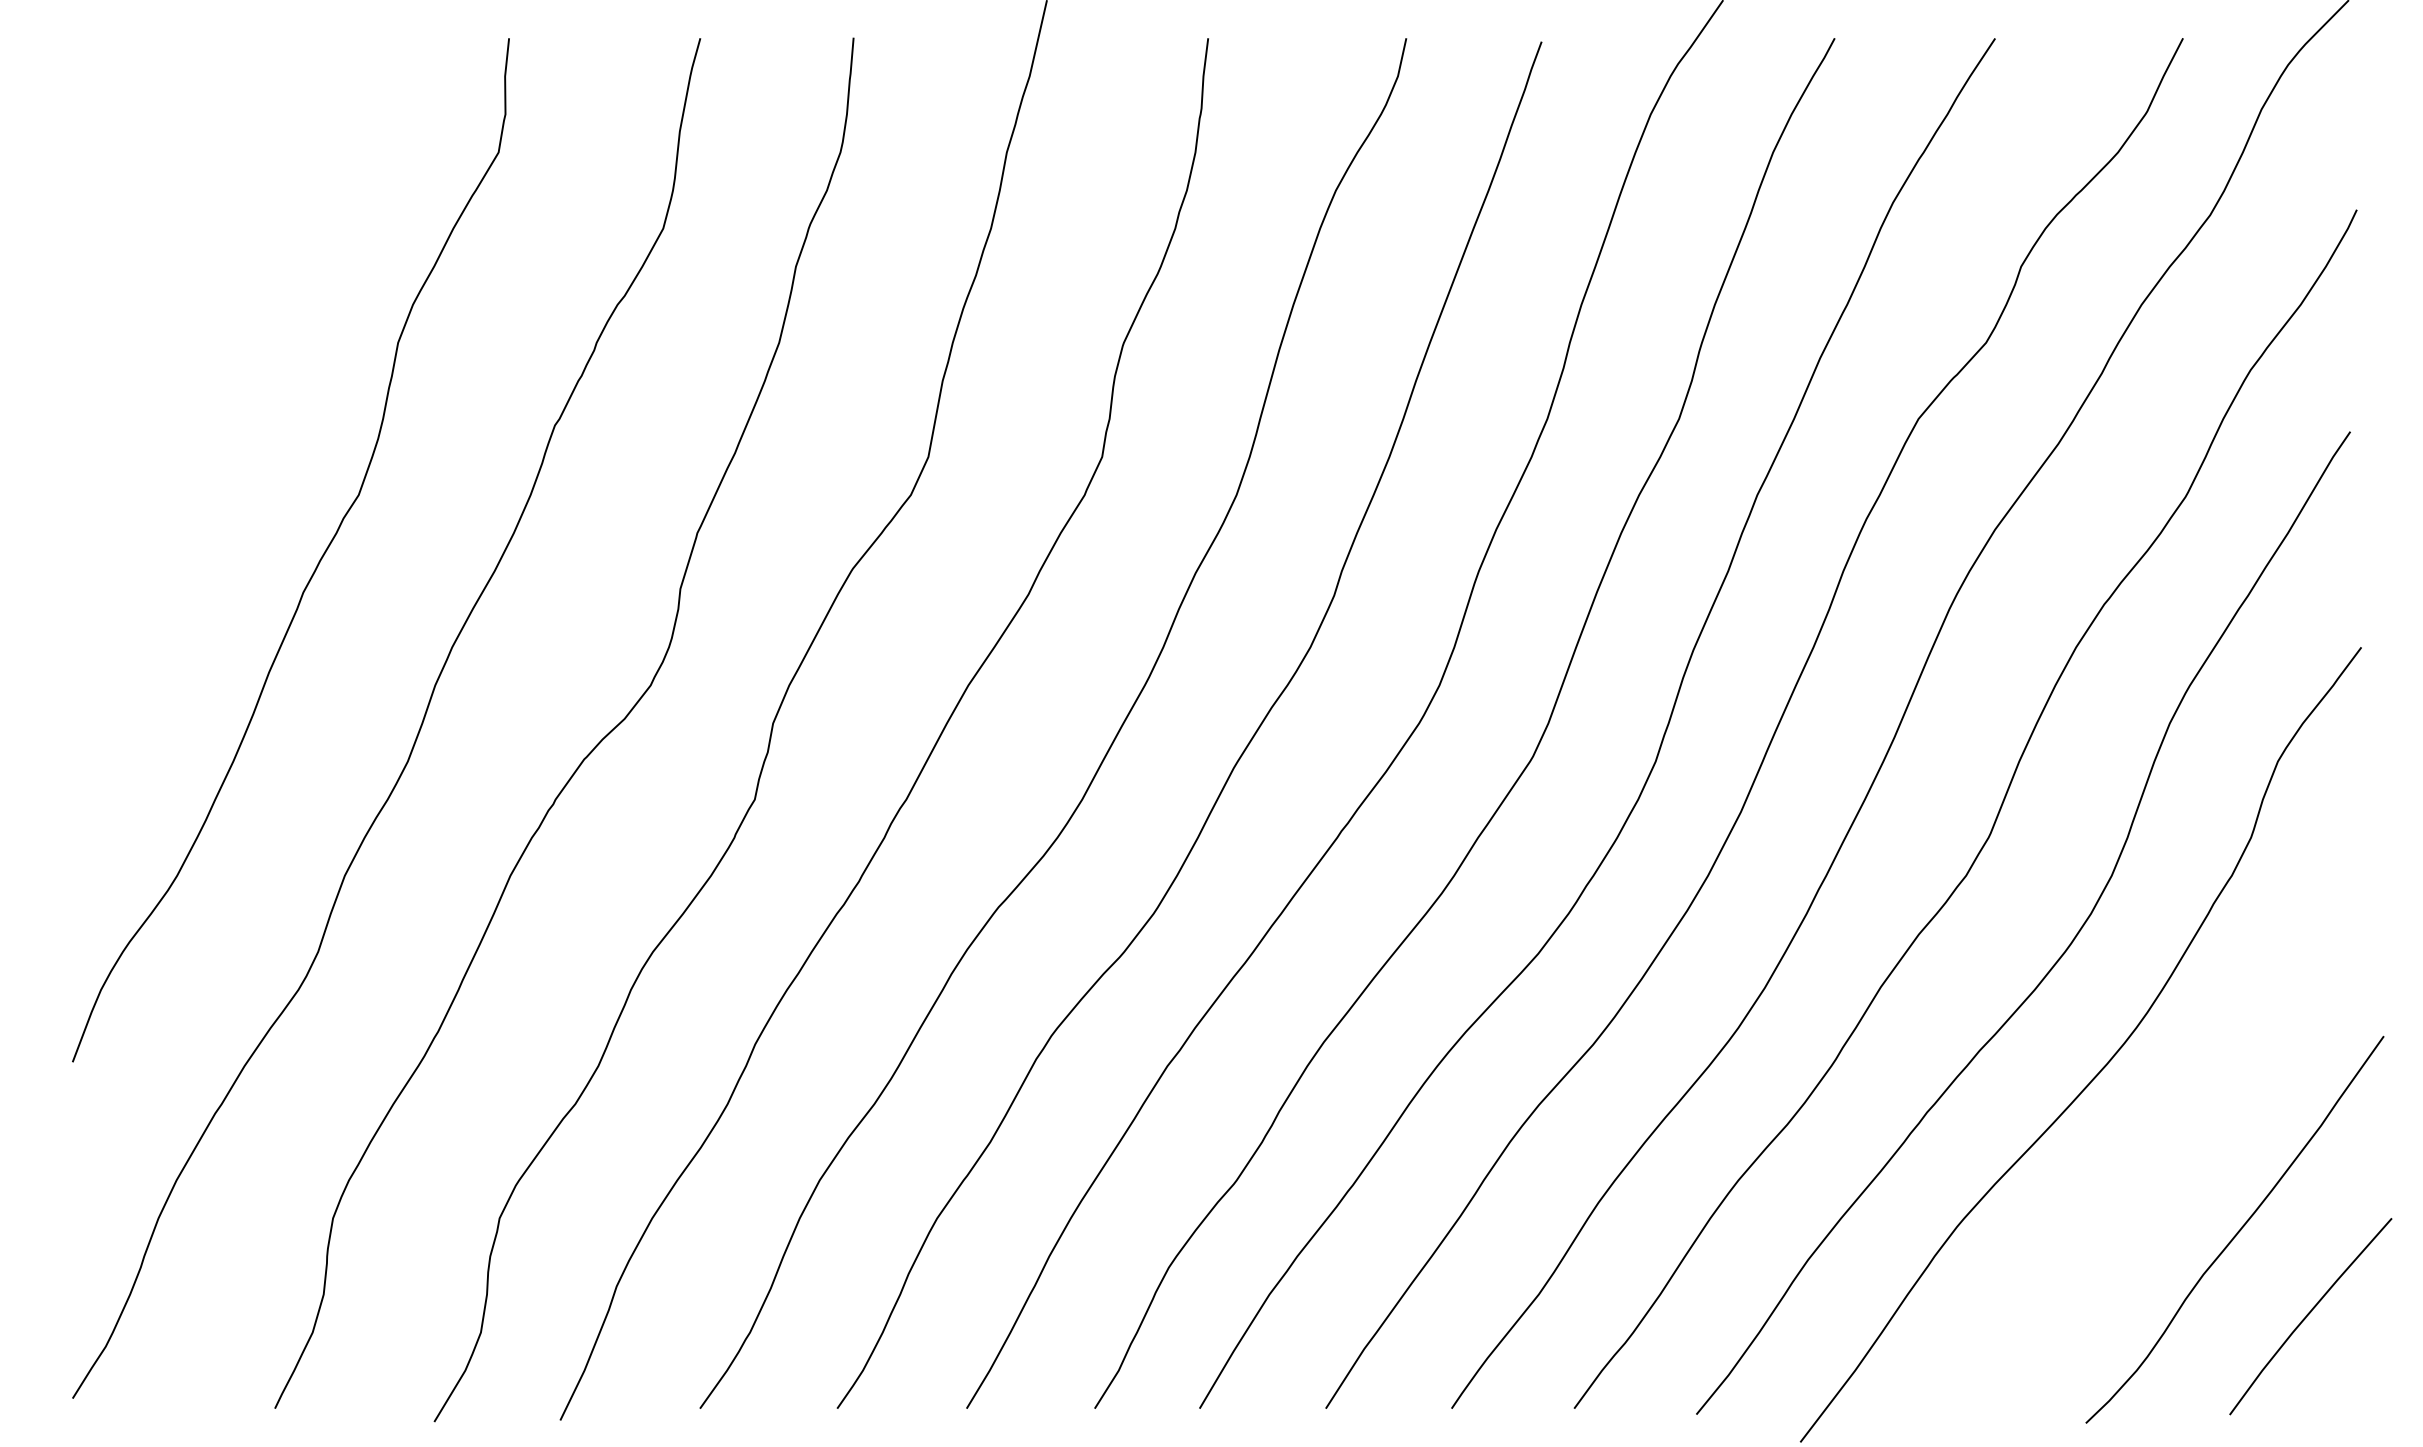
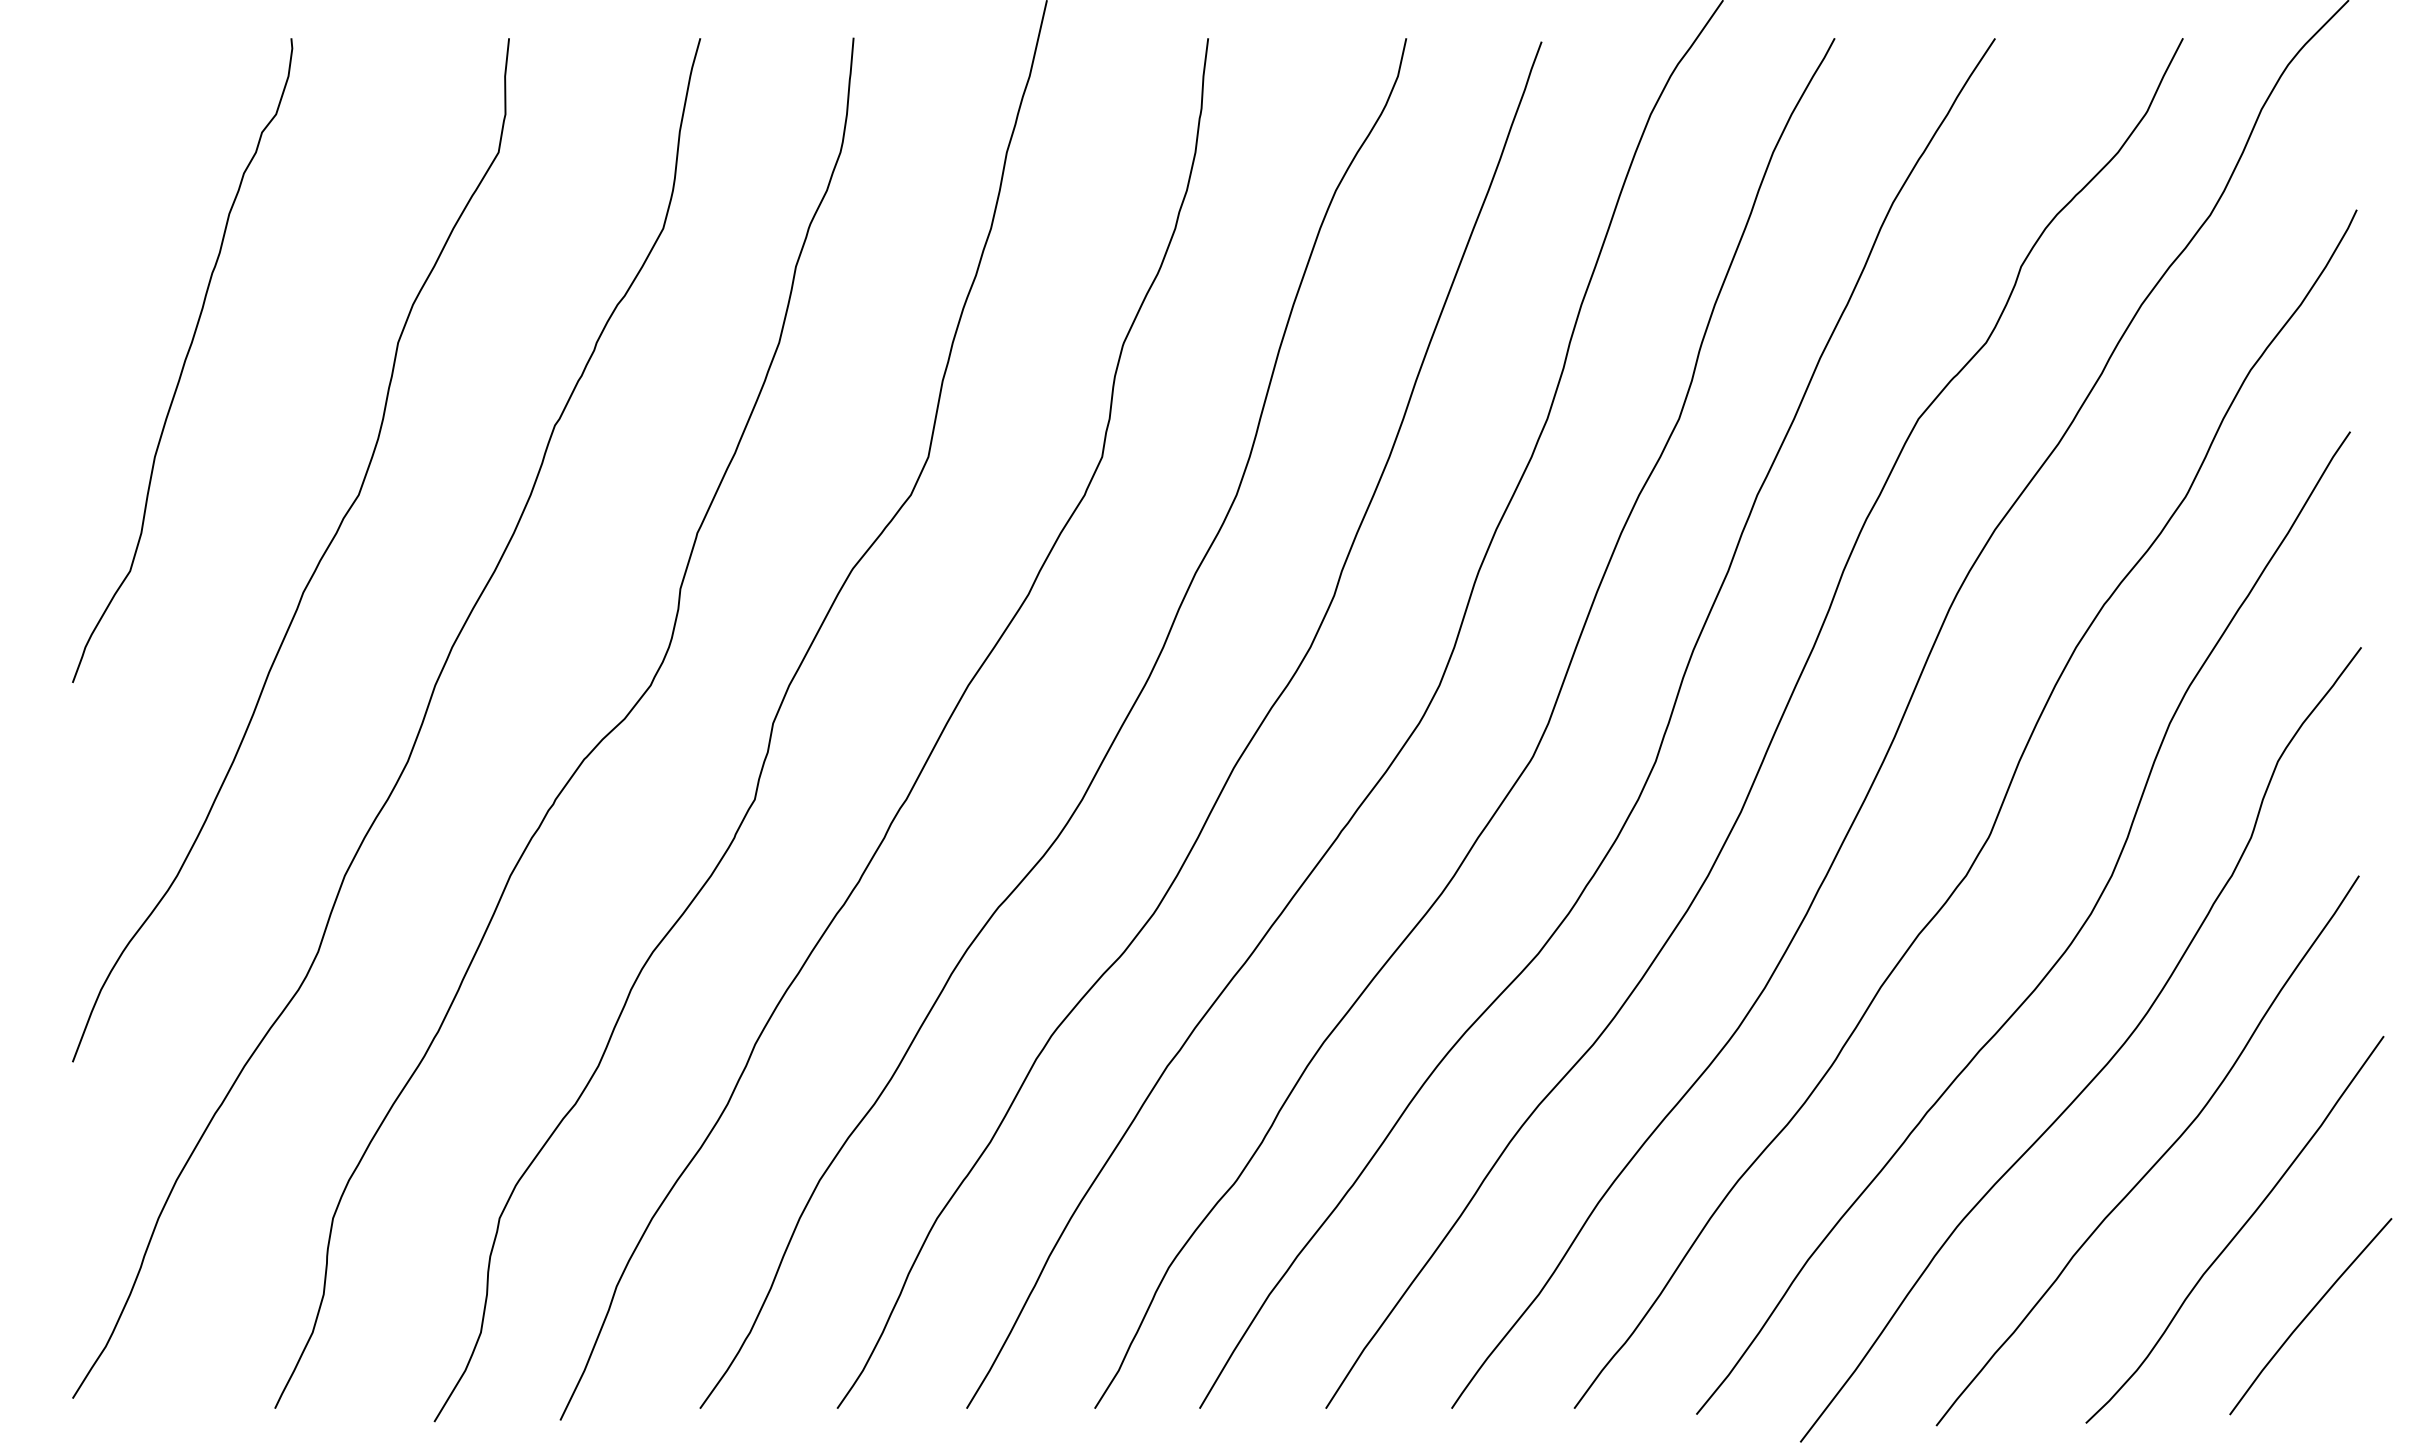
curve at (184, 360): none -> present
curve at (2157, 1160): none -> present
